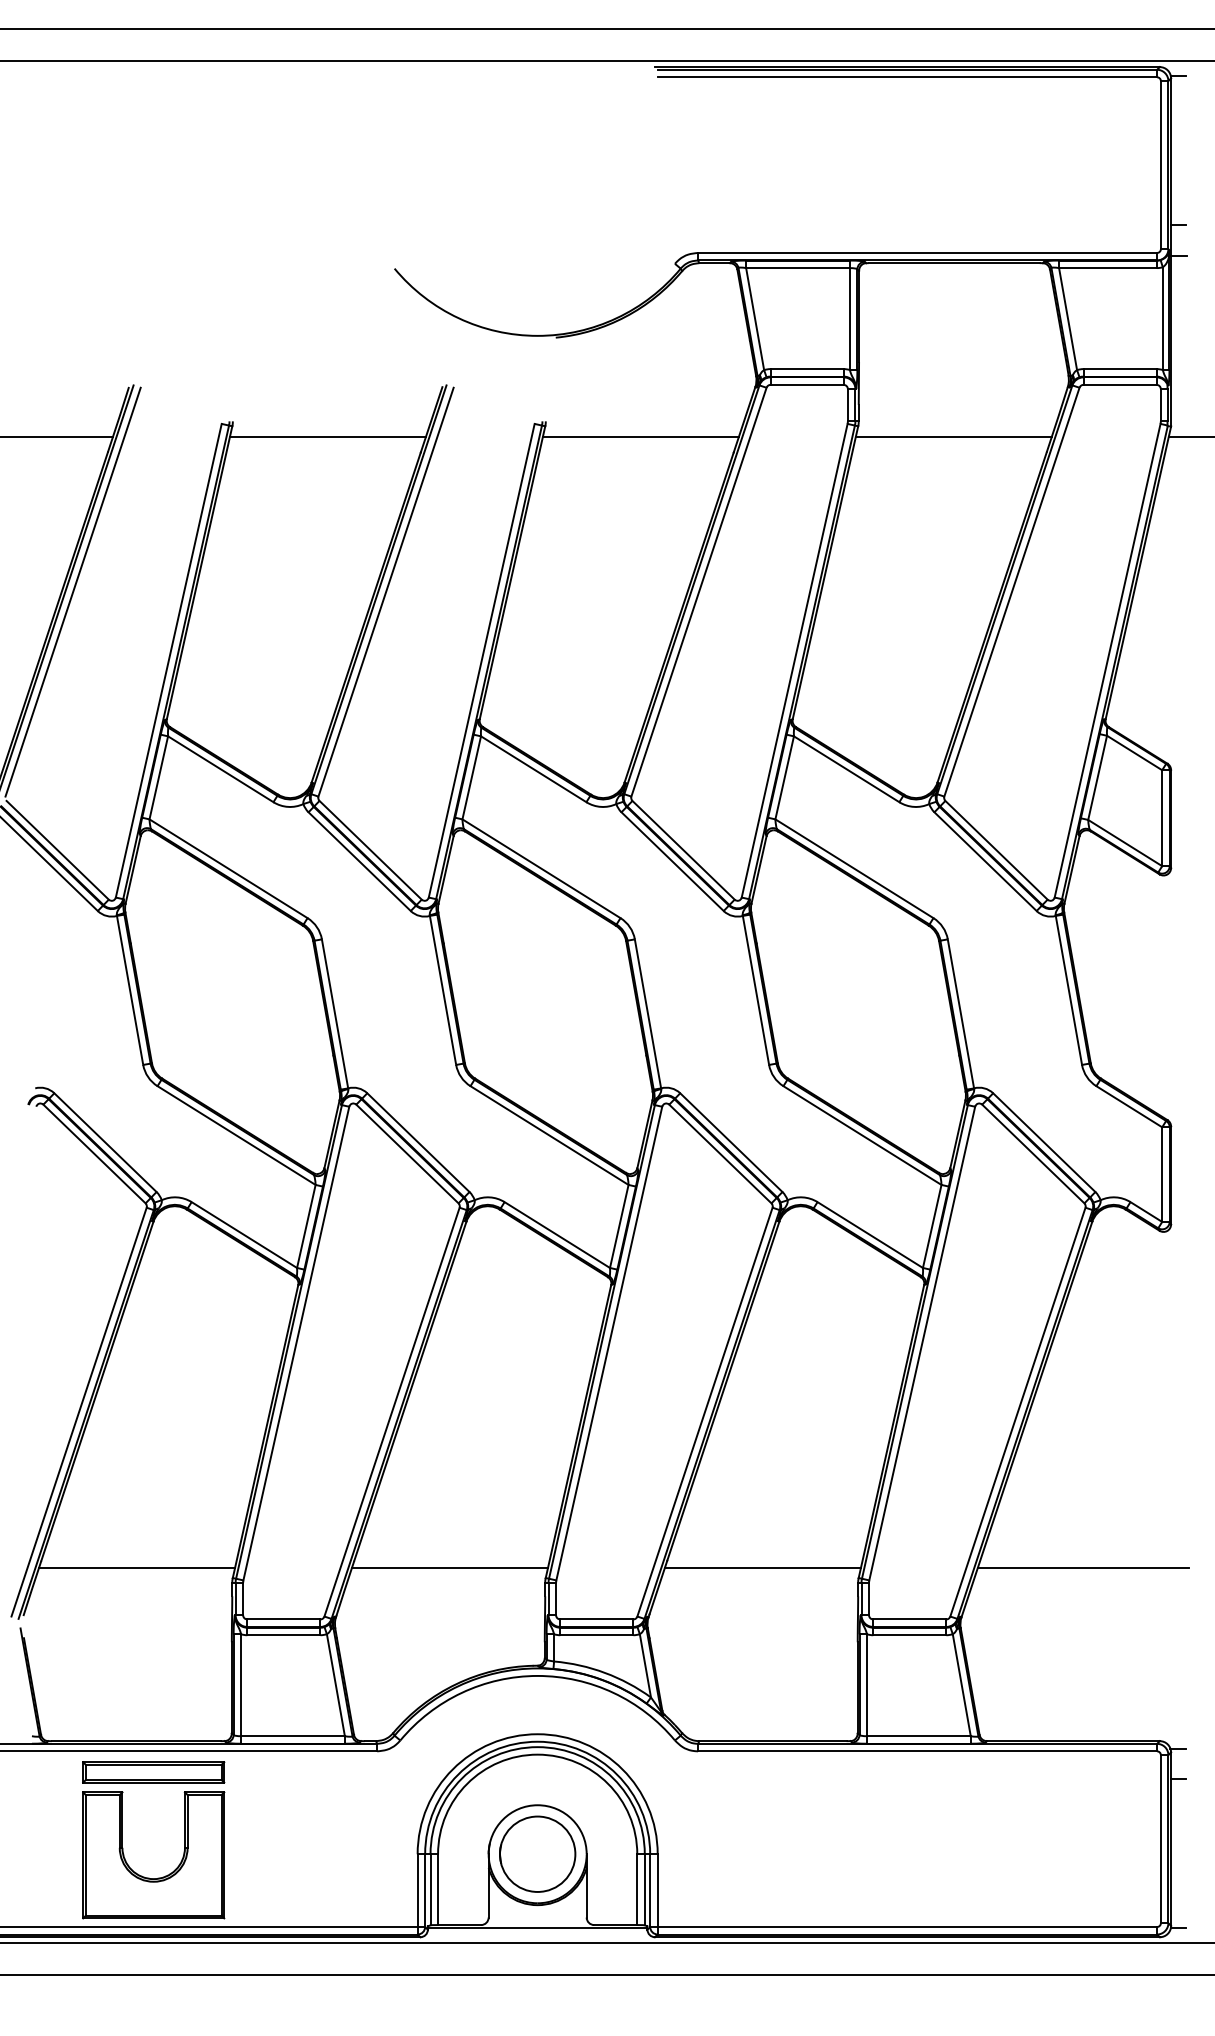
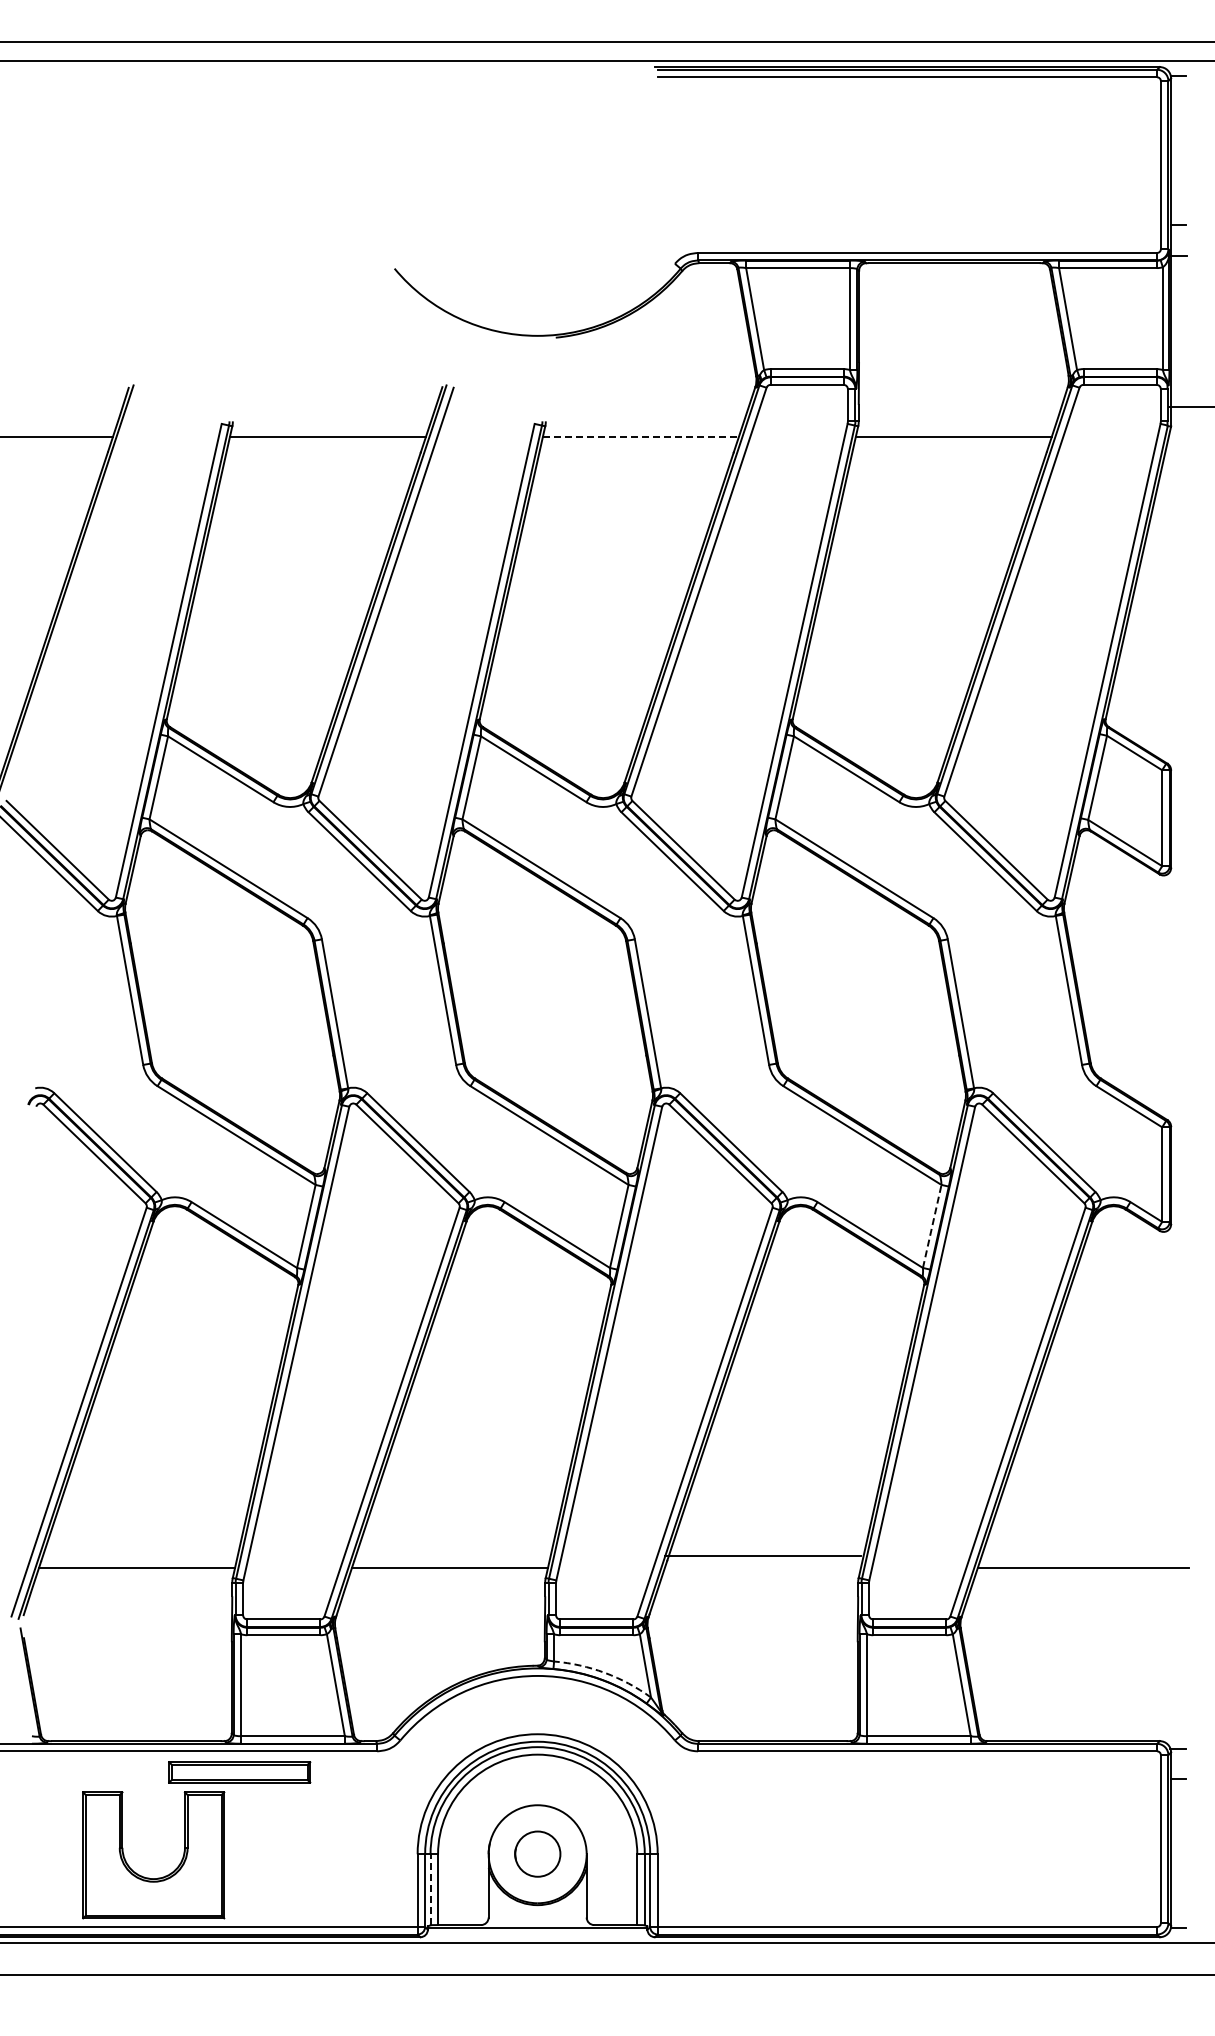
line at (606, 29) position: (606, 29) -> (606, 42)
line at (641, 436): solid -> dashed
line at (1189, 436) position: (1189, 436) -> (1189, 406)
line at (72, 591): present -> none
line at (932, 1226): solid -> dashed
line at (762, 1567) position: (762, 1567) -> (762, 1555)
arc at (605, 1672): solid -> dashed
part at (153, 1772) position: (153, 1772) -> (239, 1772)
circle at (537, 1853) size: 78x78 px -> 48x48 px
line at (430, 1889): solid -> dashed
